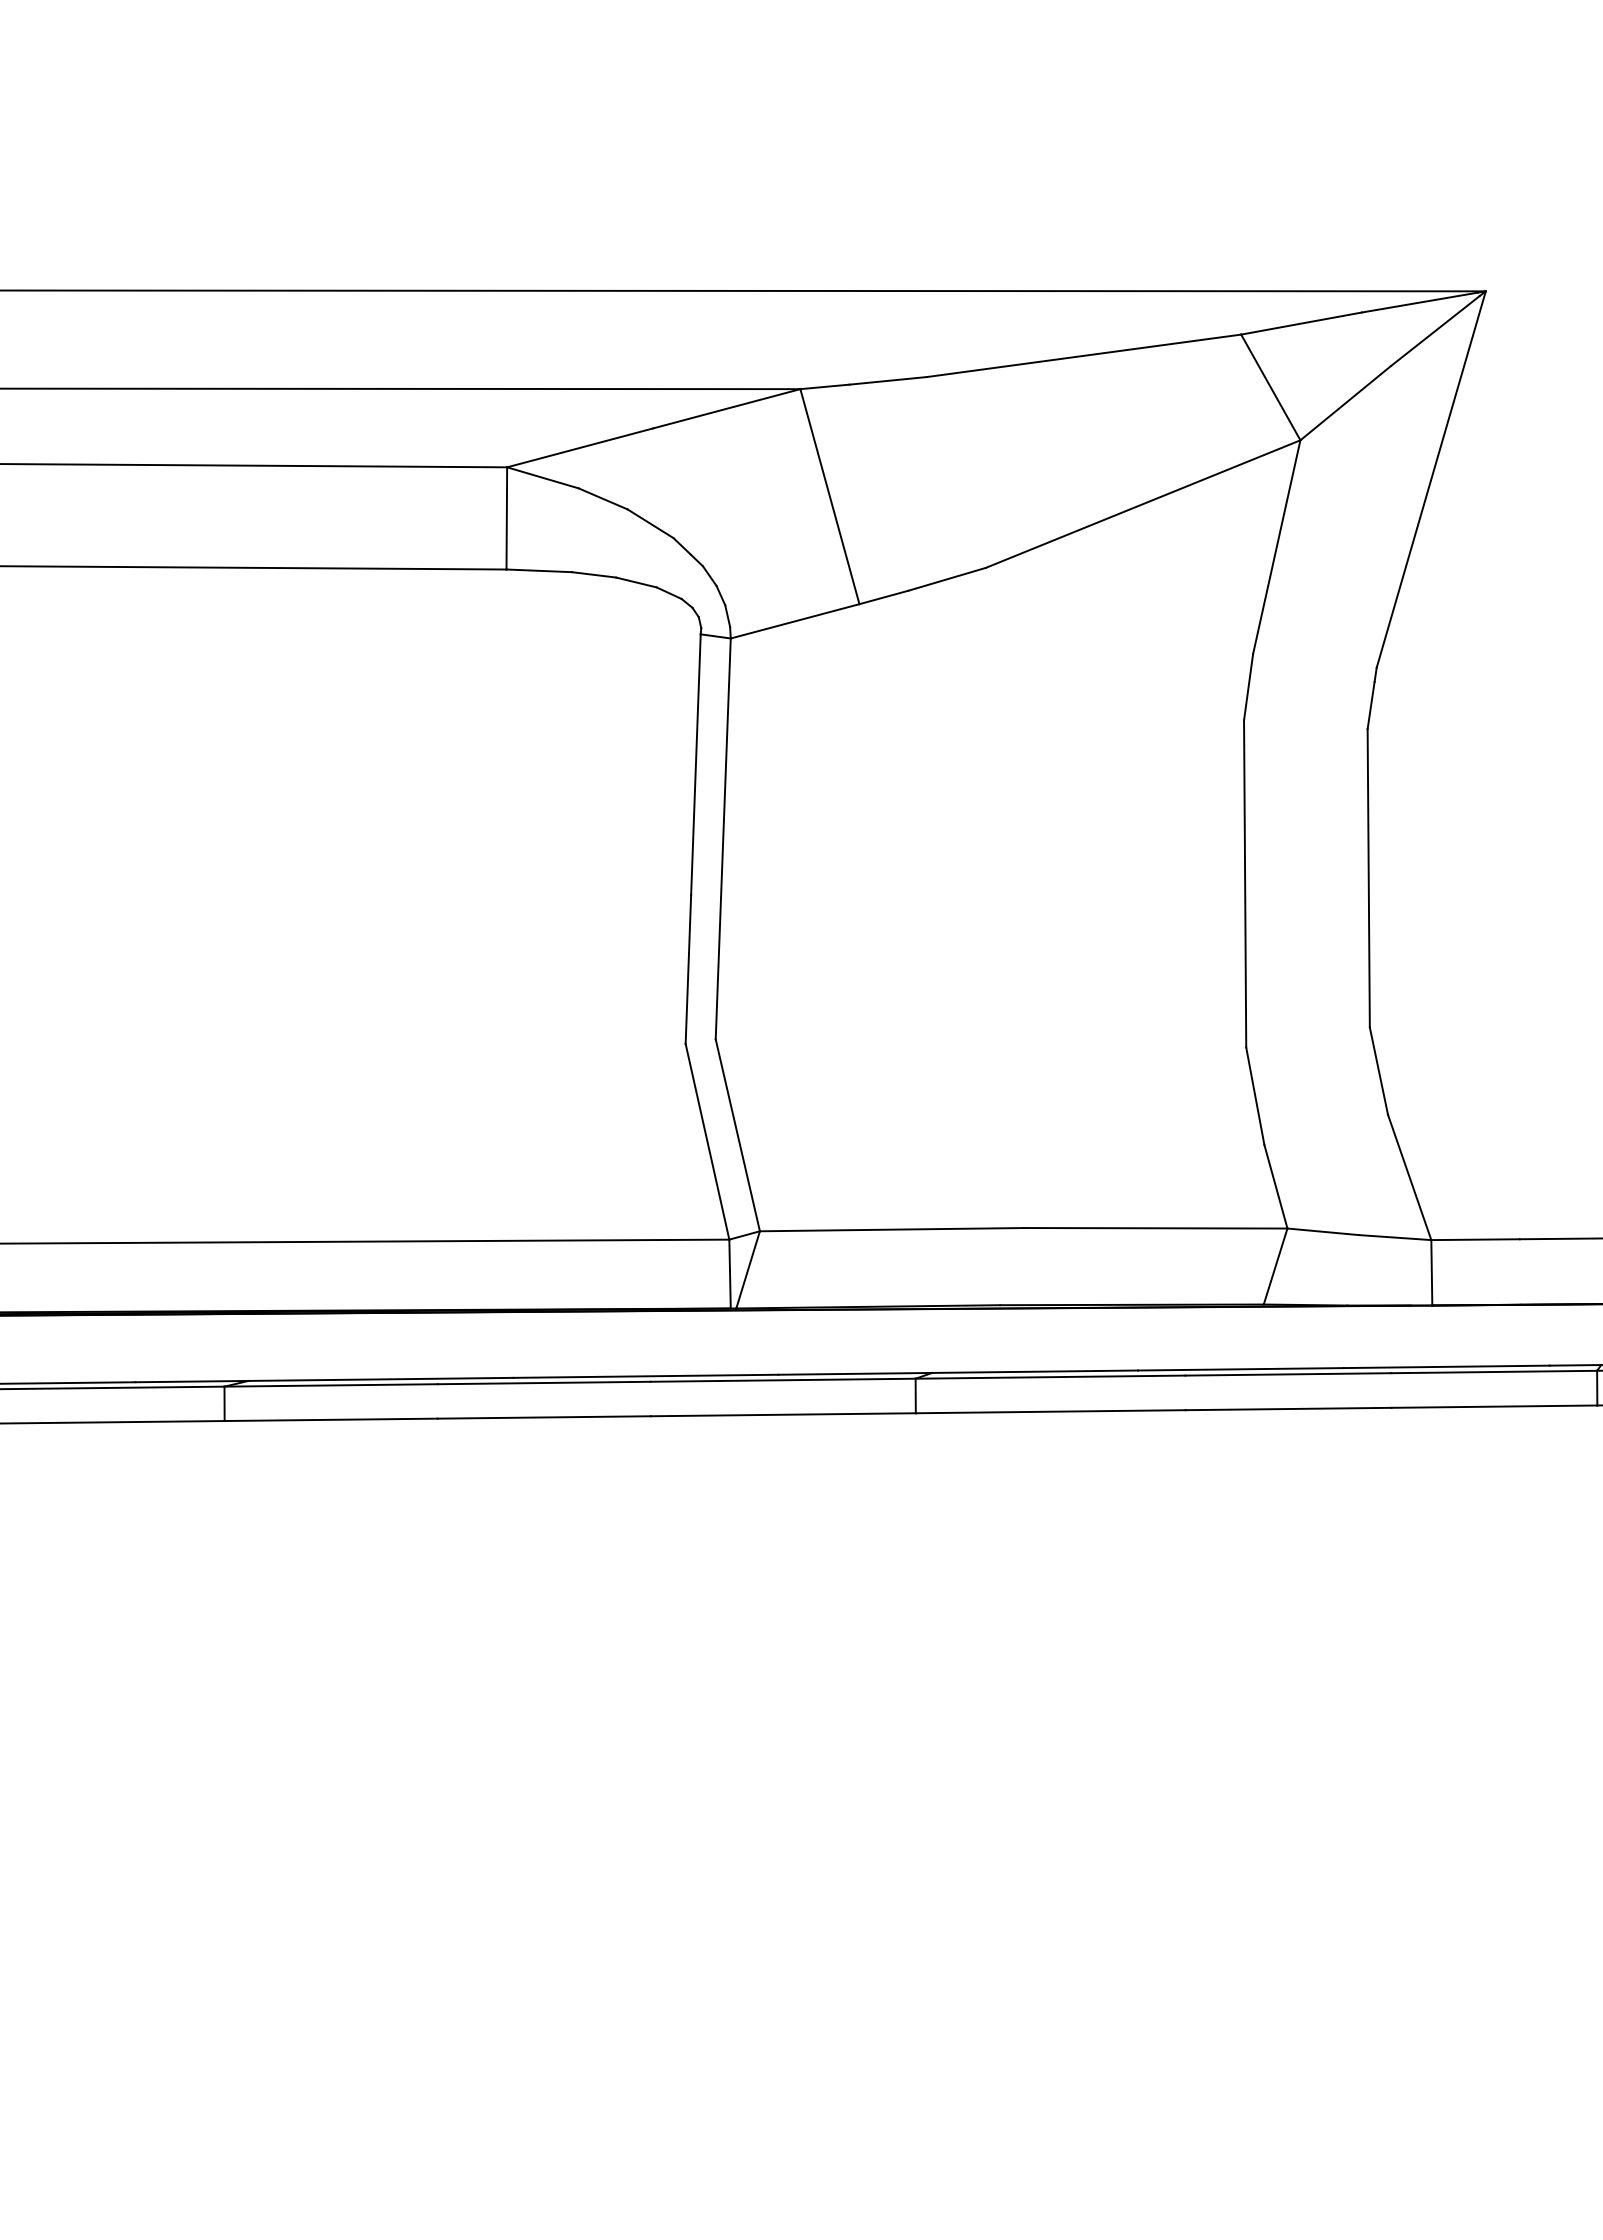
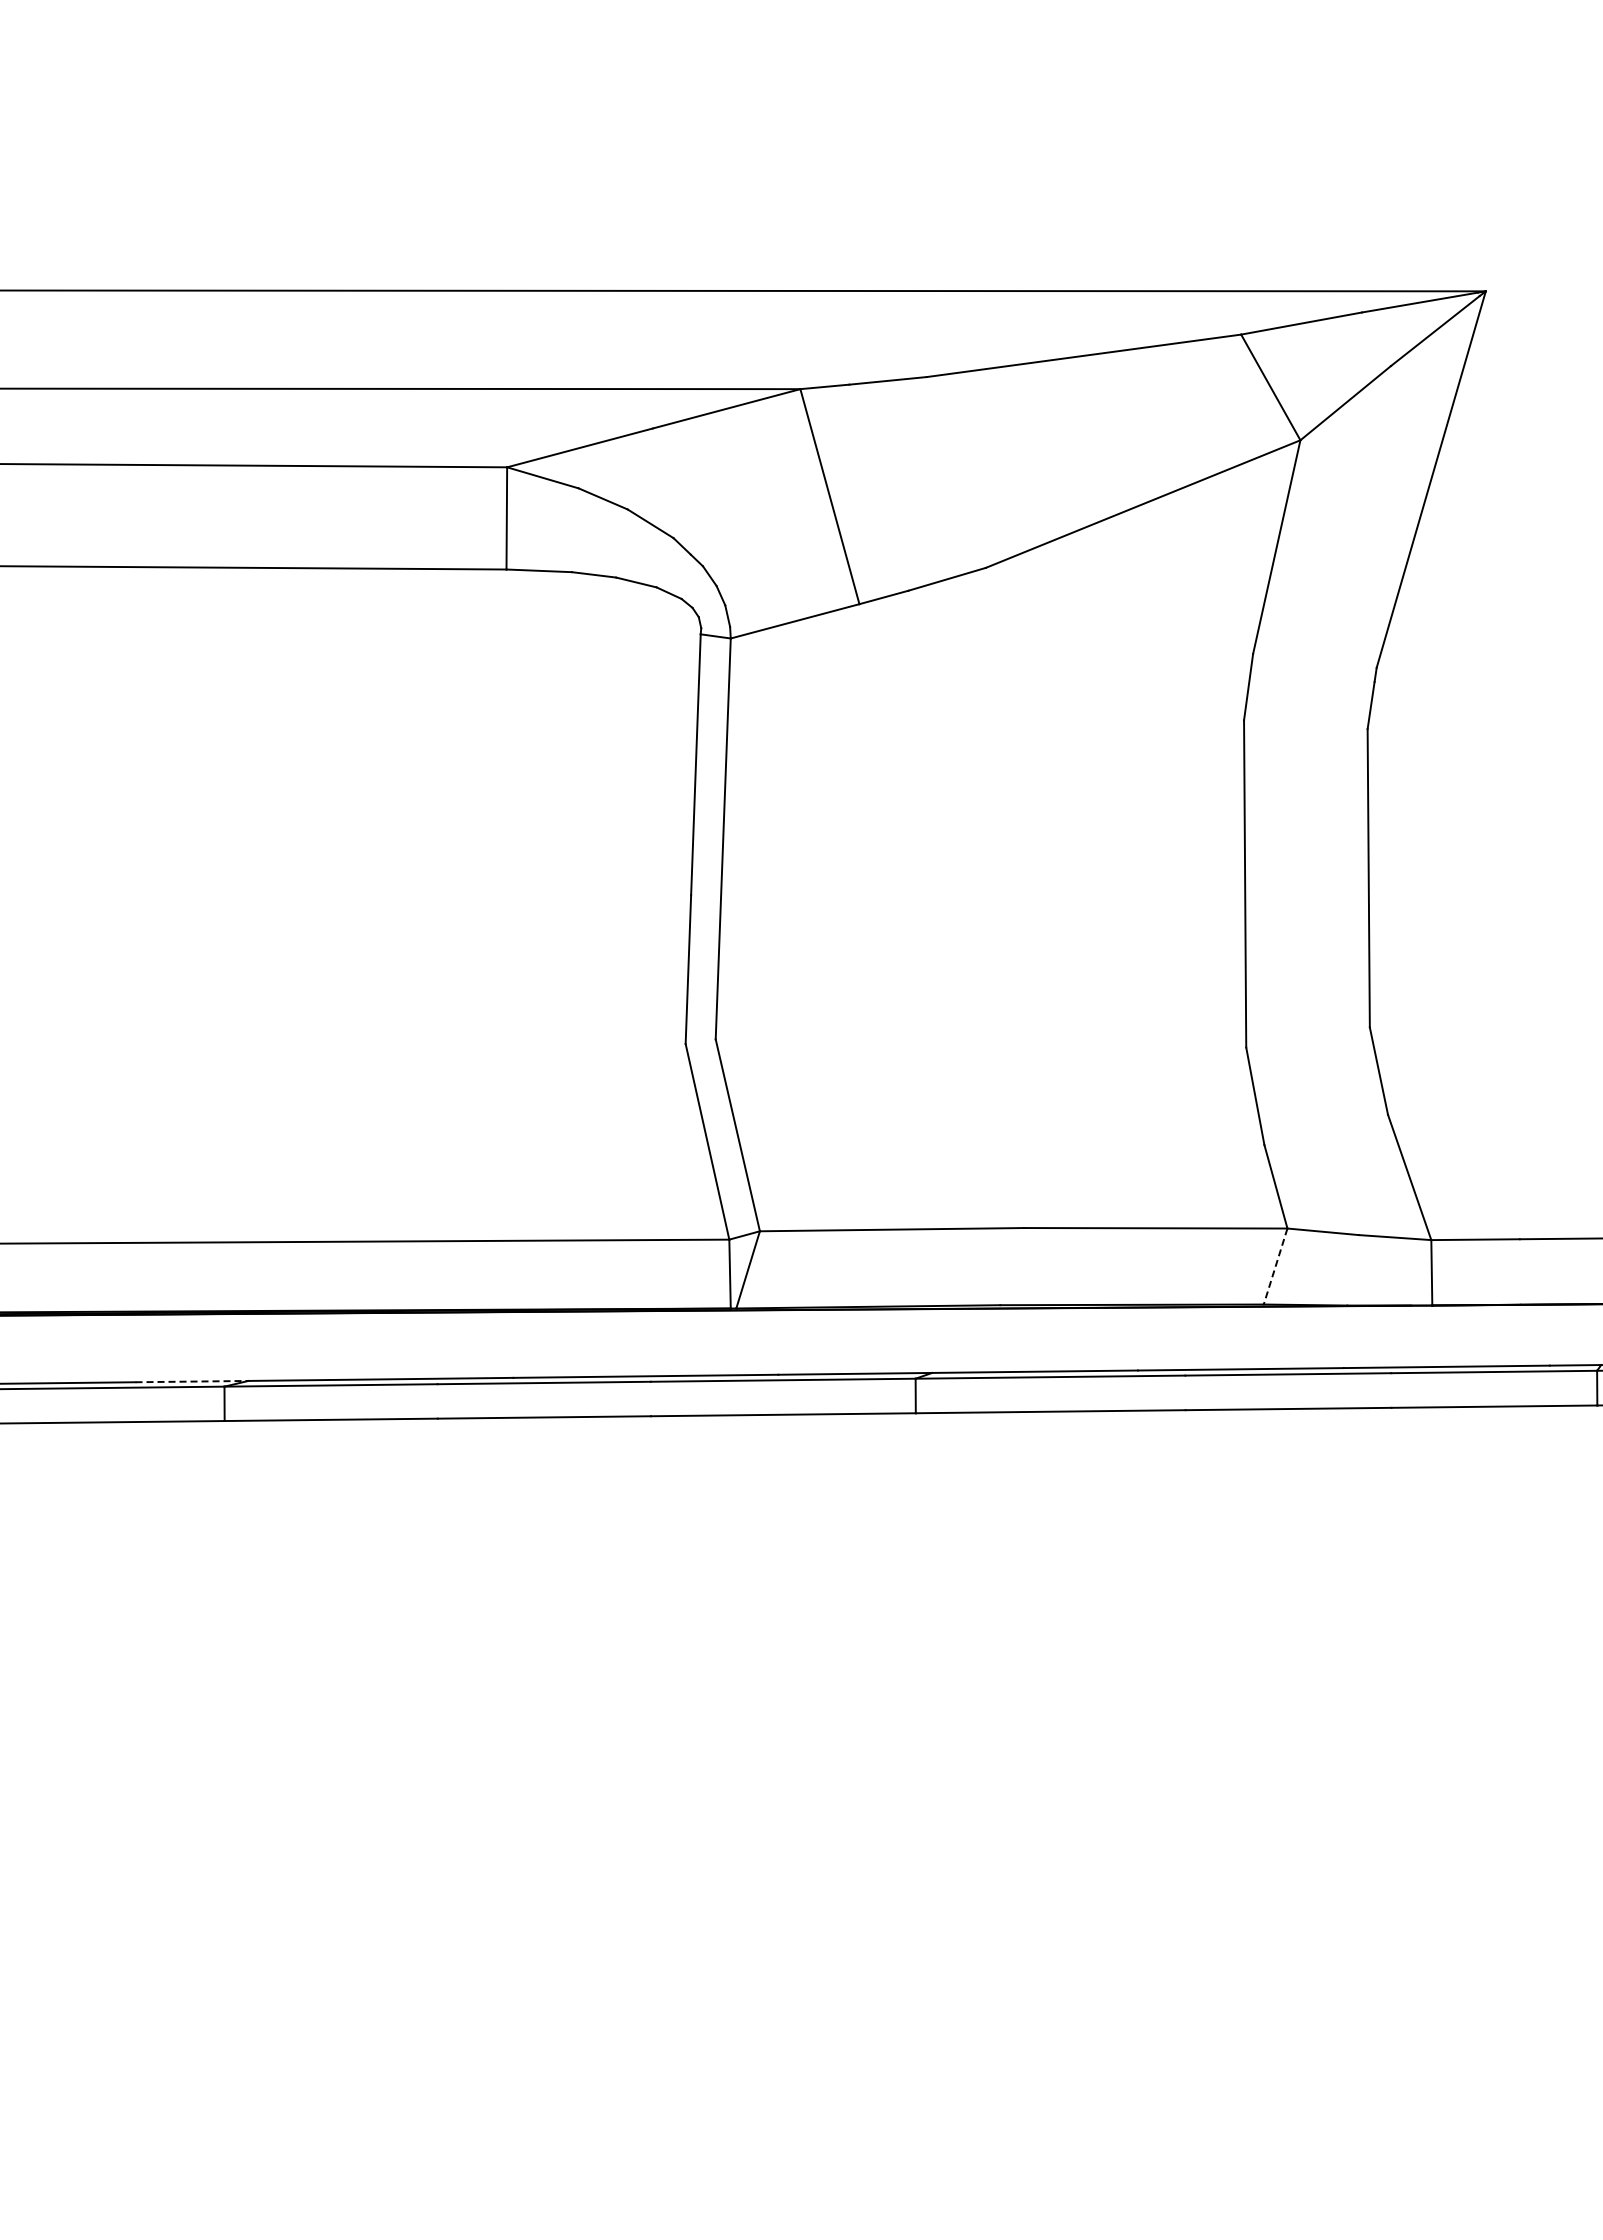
line at (1275, 1266): solid -> dashed
line at (192, 1381): solid -> dashed
